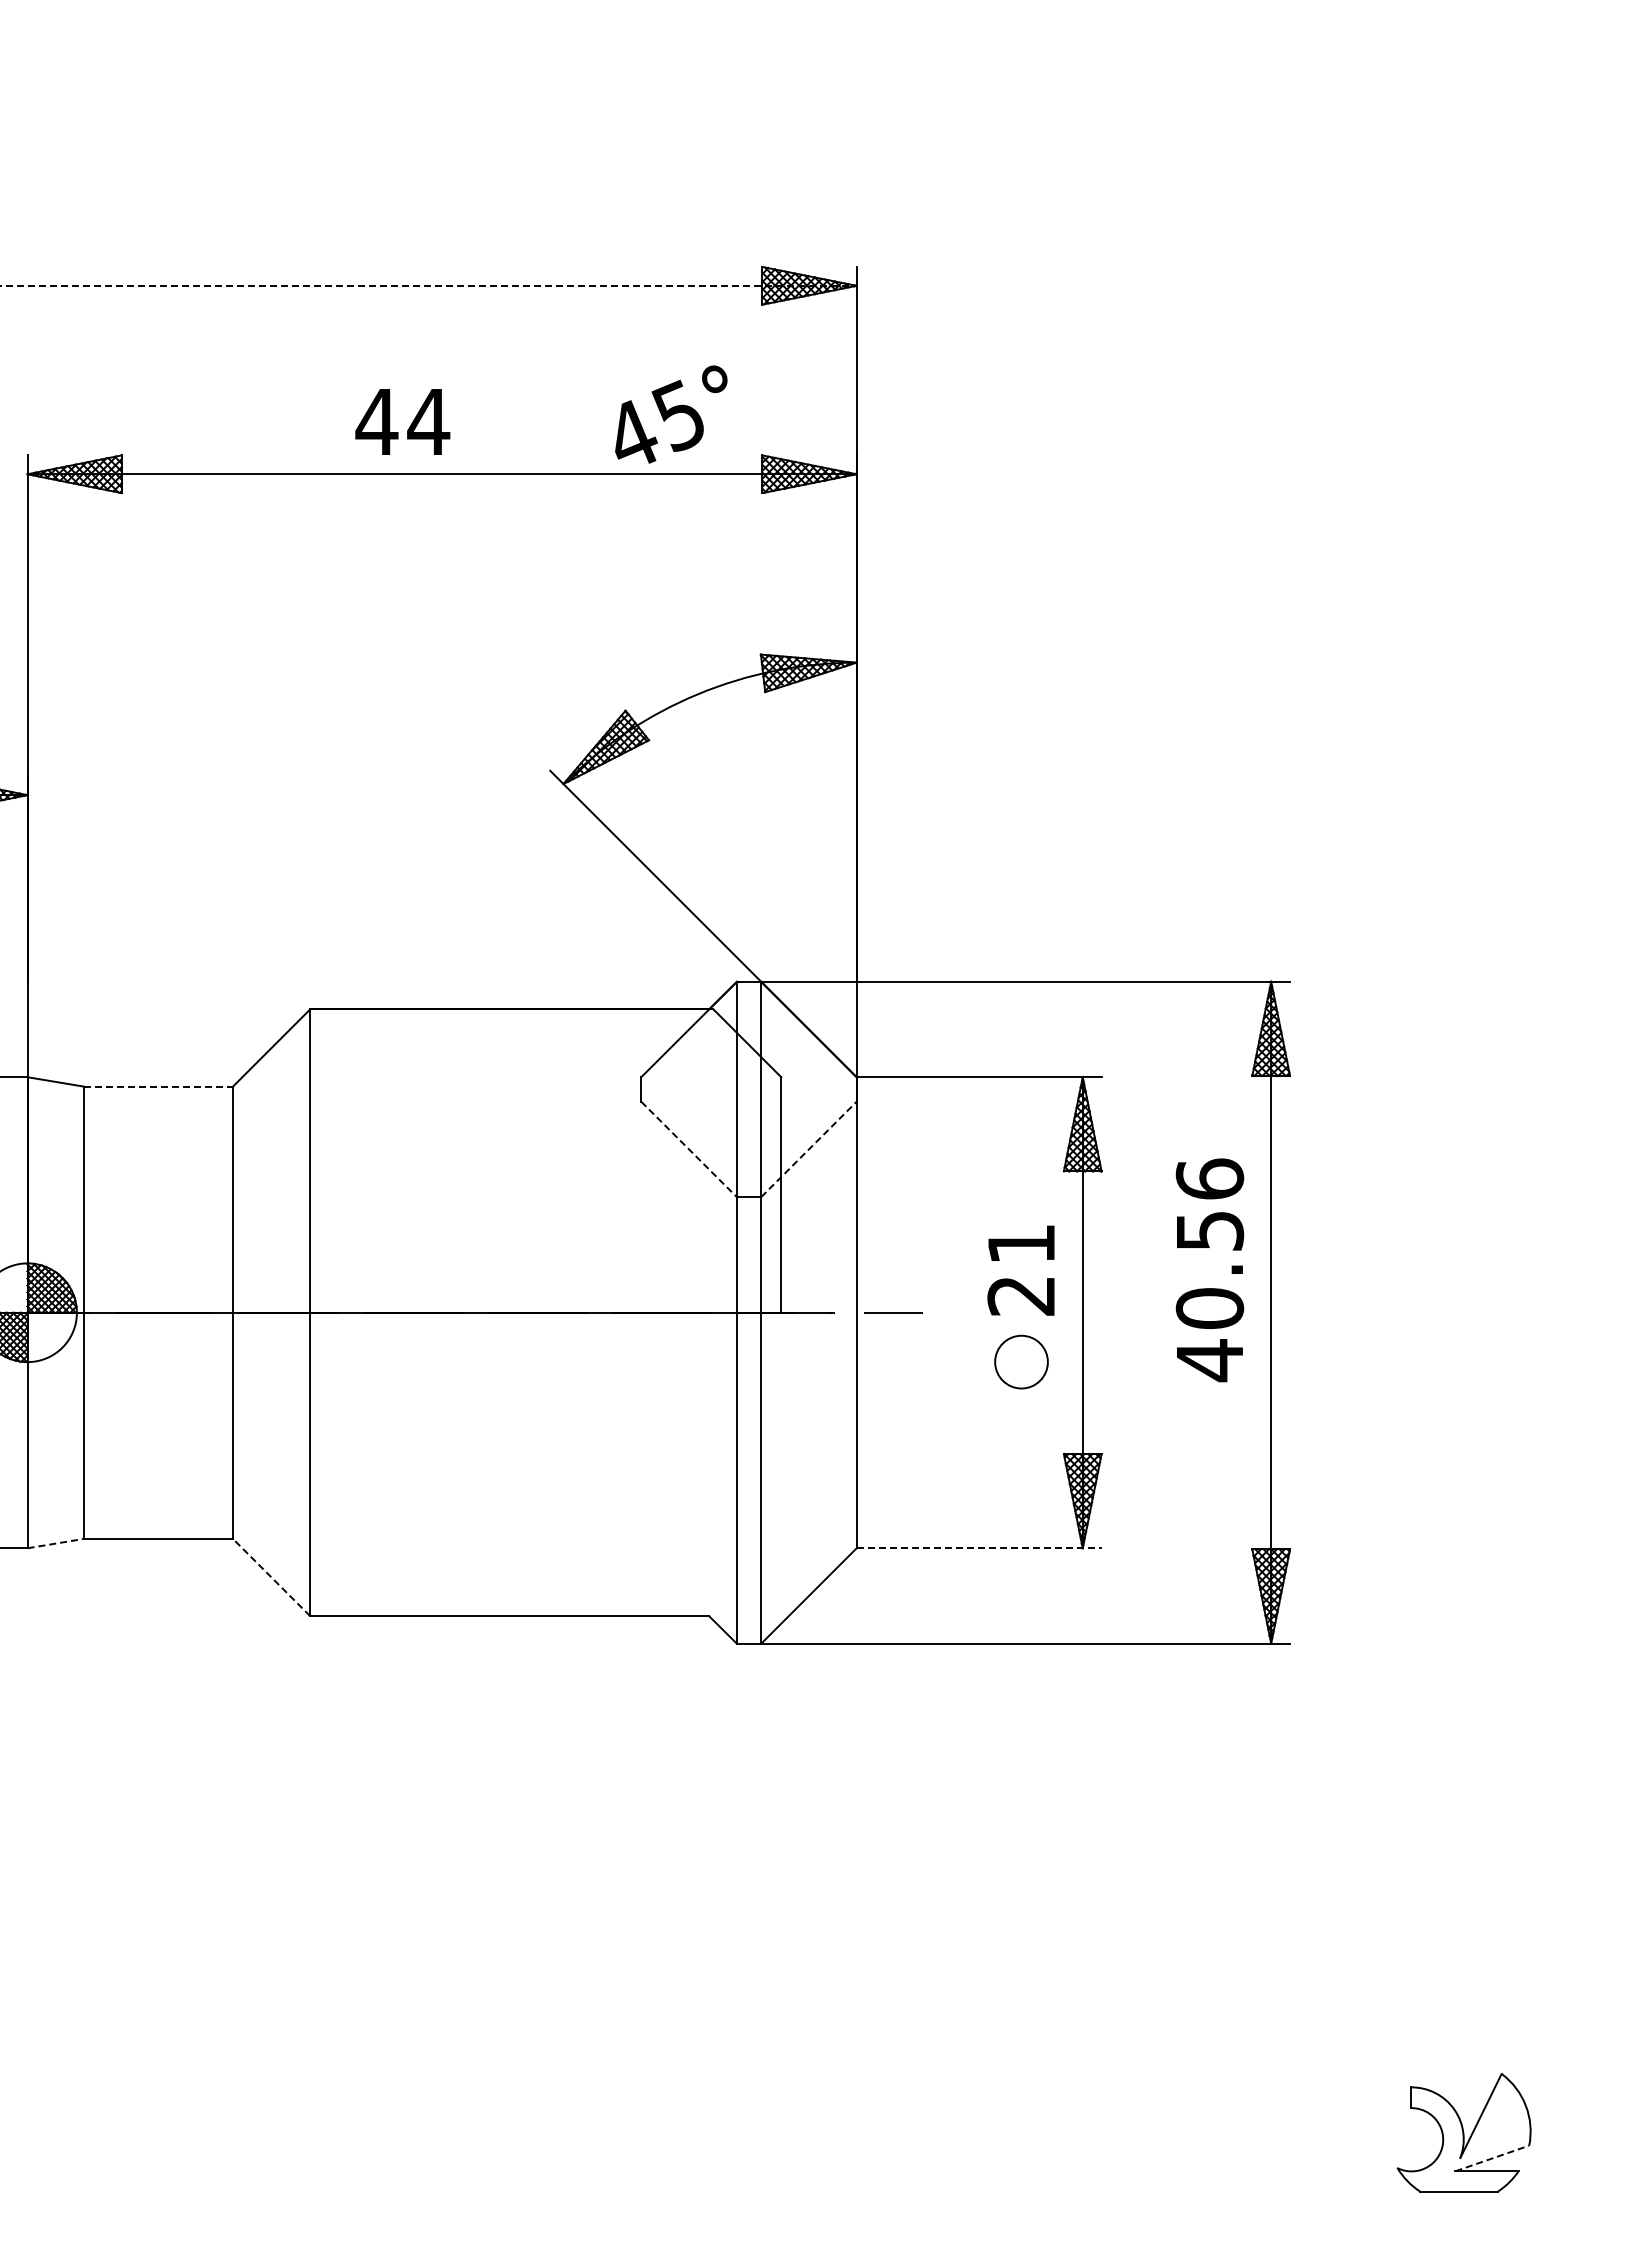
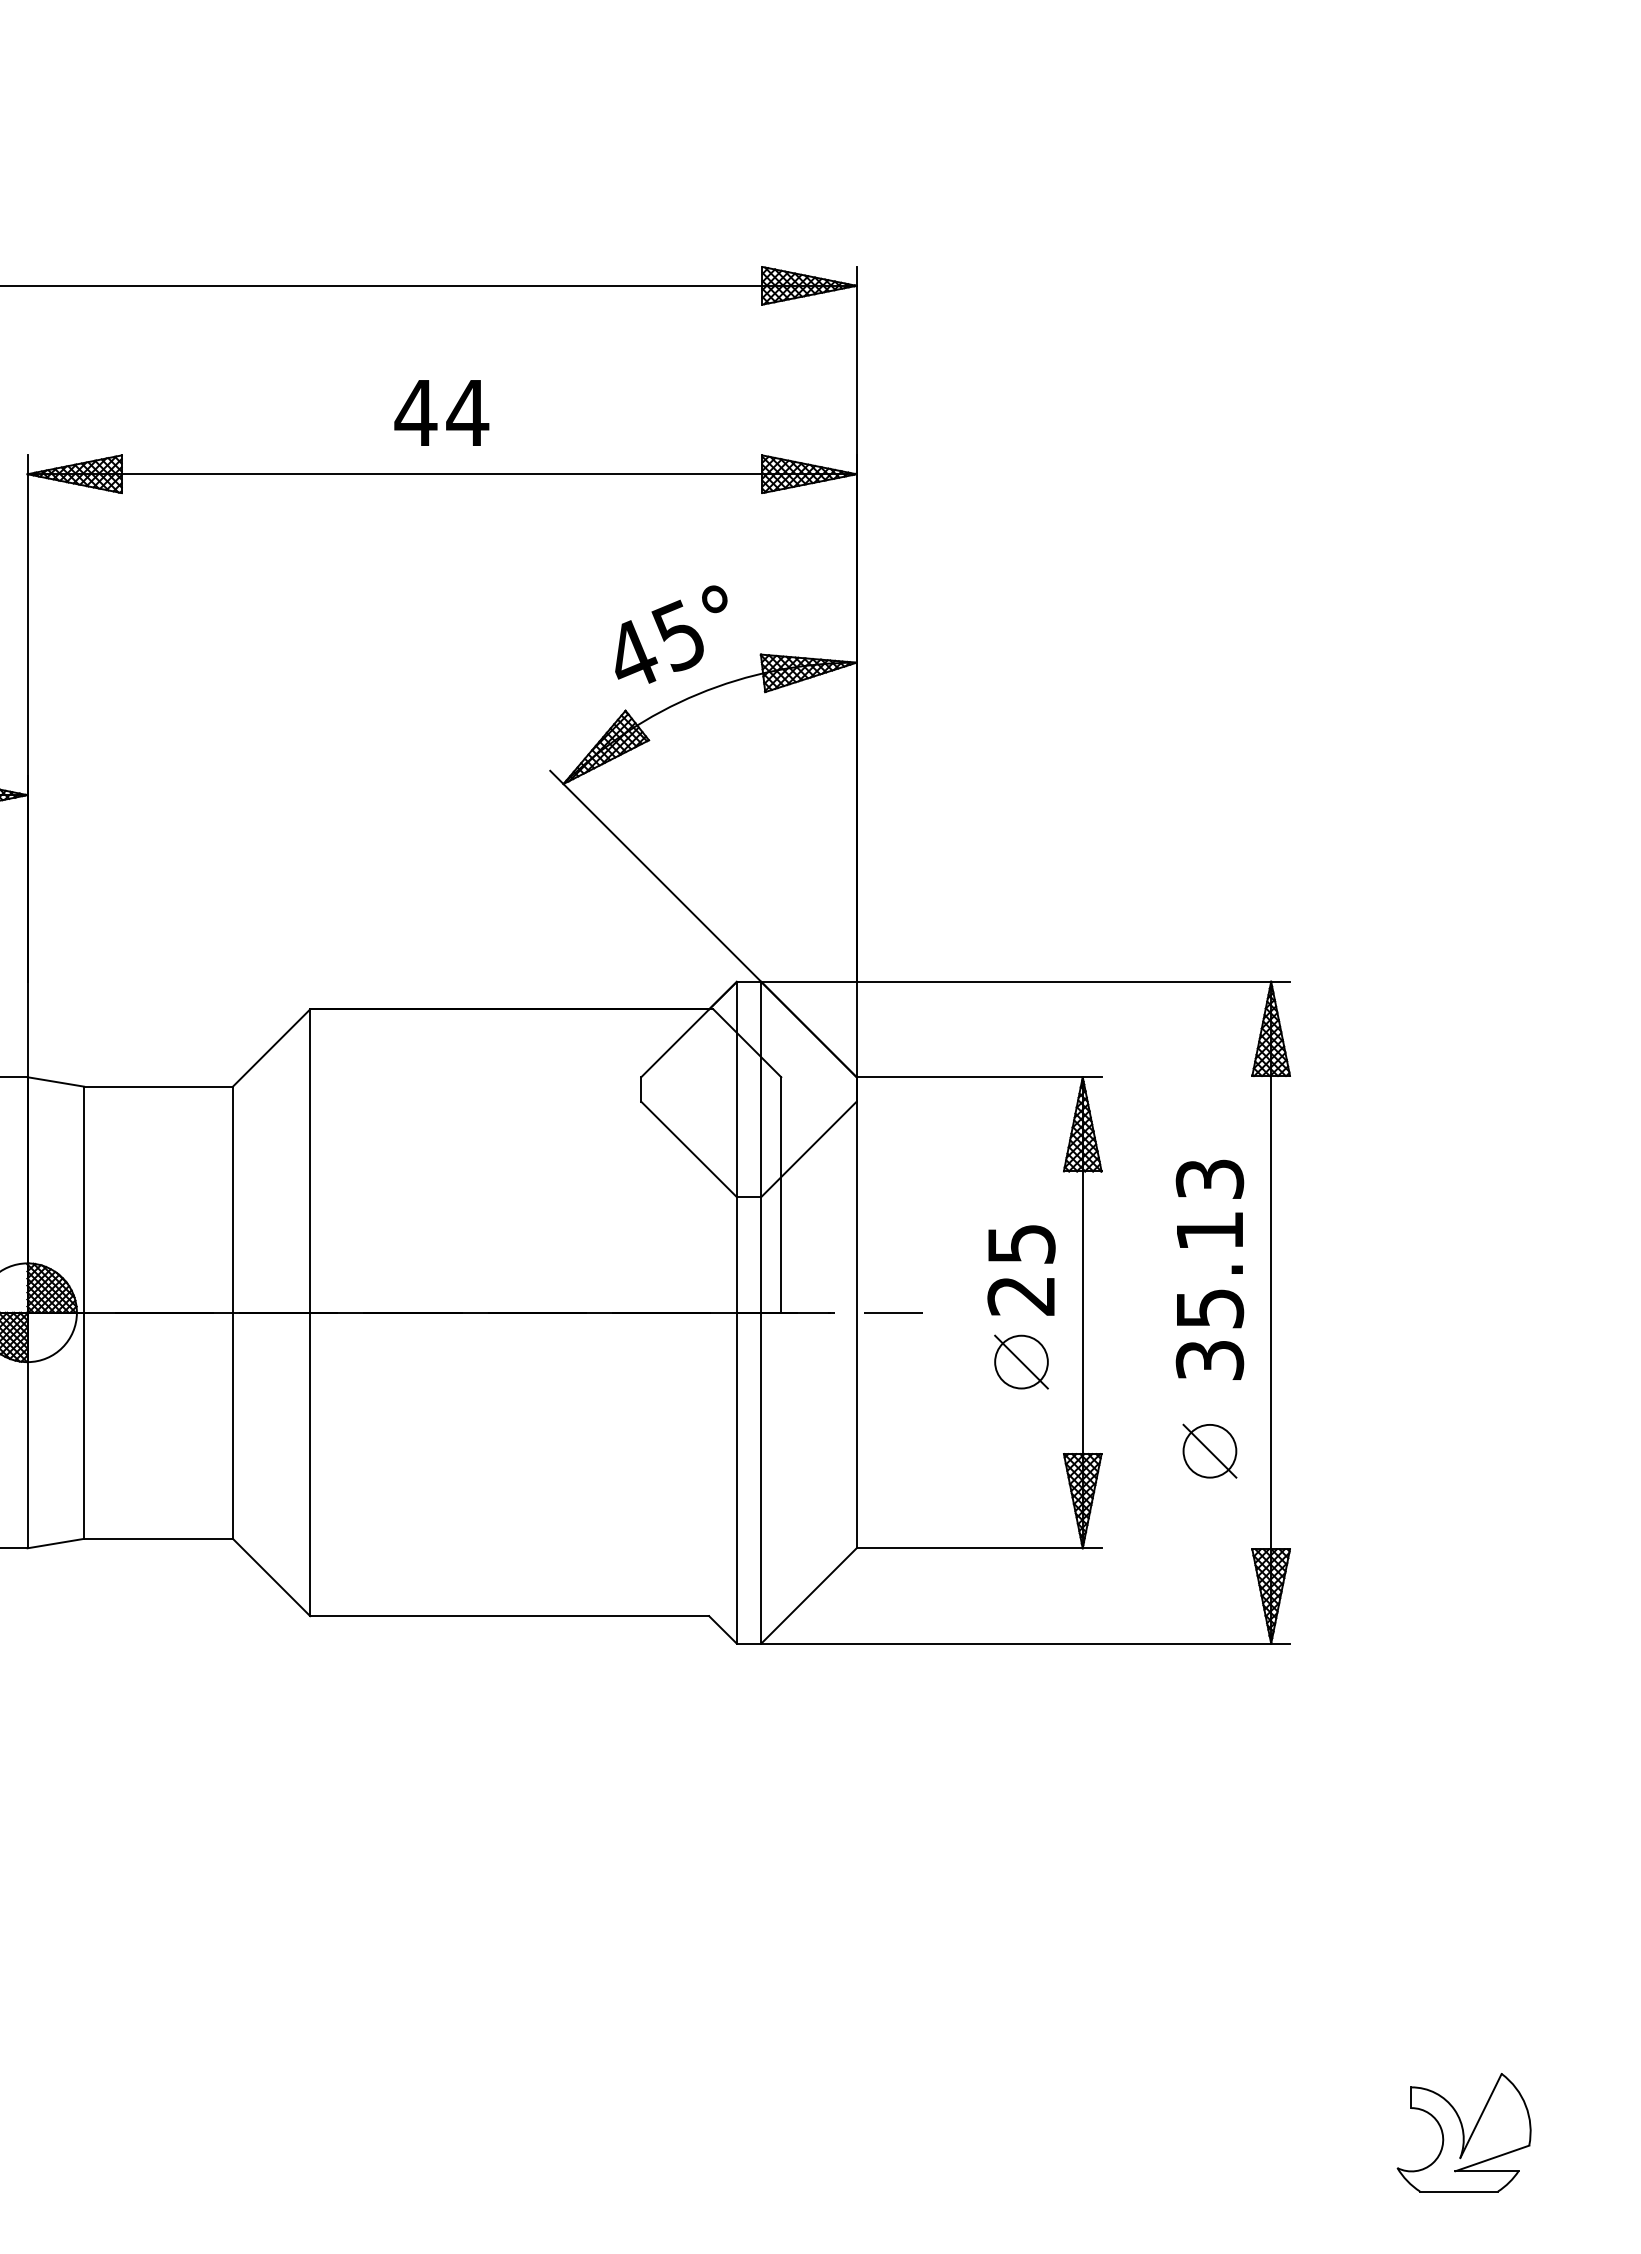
line at (428, 285): dashed -> solid
text at (671, 414) position: (671, 414) -> (671, 634)
text at (402, 421) position: (402, 421) -> (441, 412)
line at (159, 1086): dashed -> solid
line at (689, 1149): dashed -> solid
line at (809, 1149): dashed -> solid
text at (1021, 1244): 21 -> 25
text at (1209, 1270): 40.56 -> 35.13
line at (1021, 1361): none -> present
part at (1209, 1450): none -> present
line at (55, 1543): dashed -> solid
line at (979, 1548): dashed -> solid
line at (271, 1577): dashed -> solid
line at (1492, 2158): dashed -> solid
